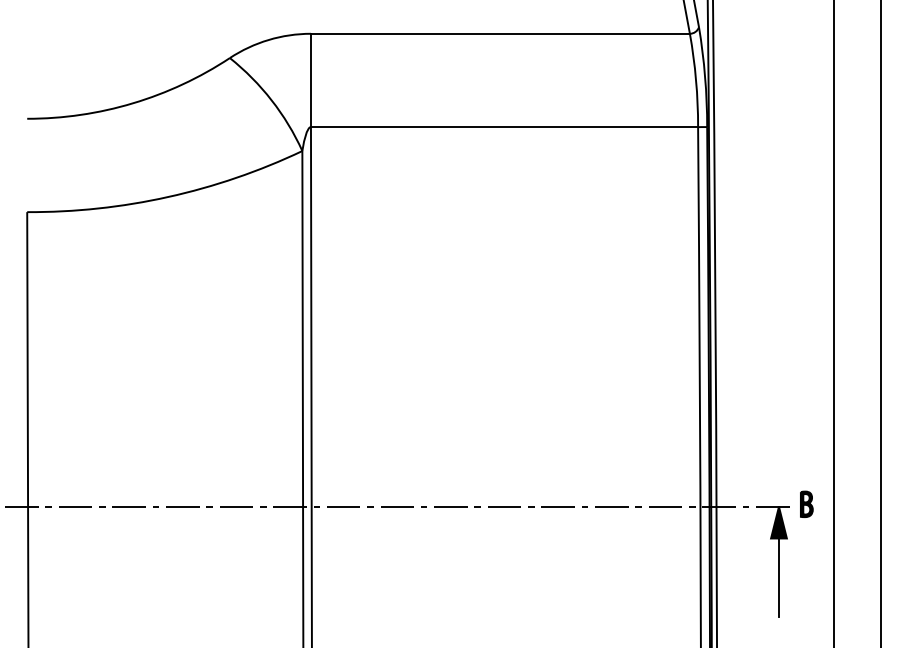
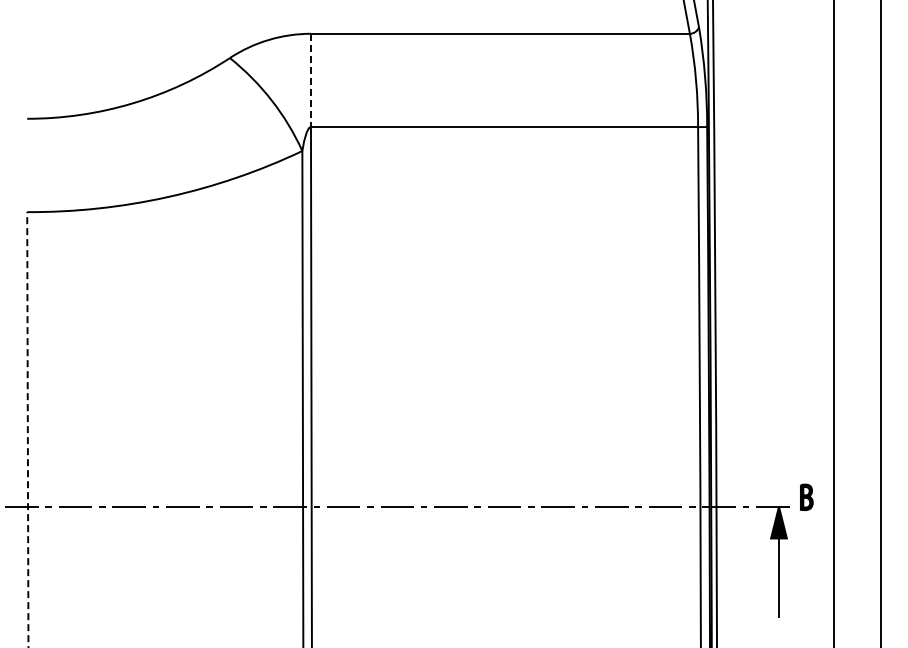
line at (310, 80): solid -> dashed
line at (27, 429): solid -> dashed
part at (806, 503) position: (806, 503) -> (806, 496)
